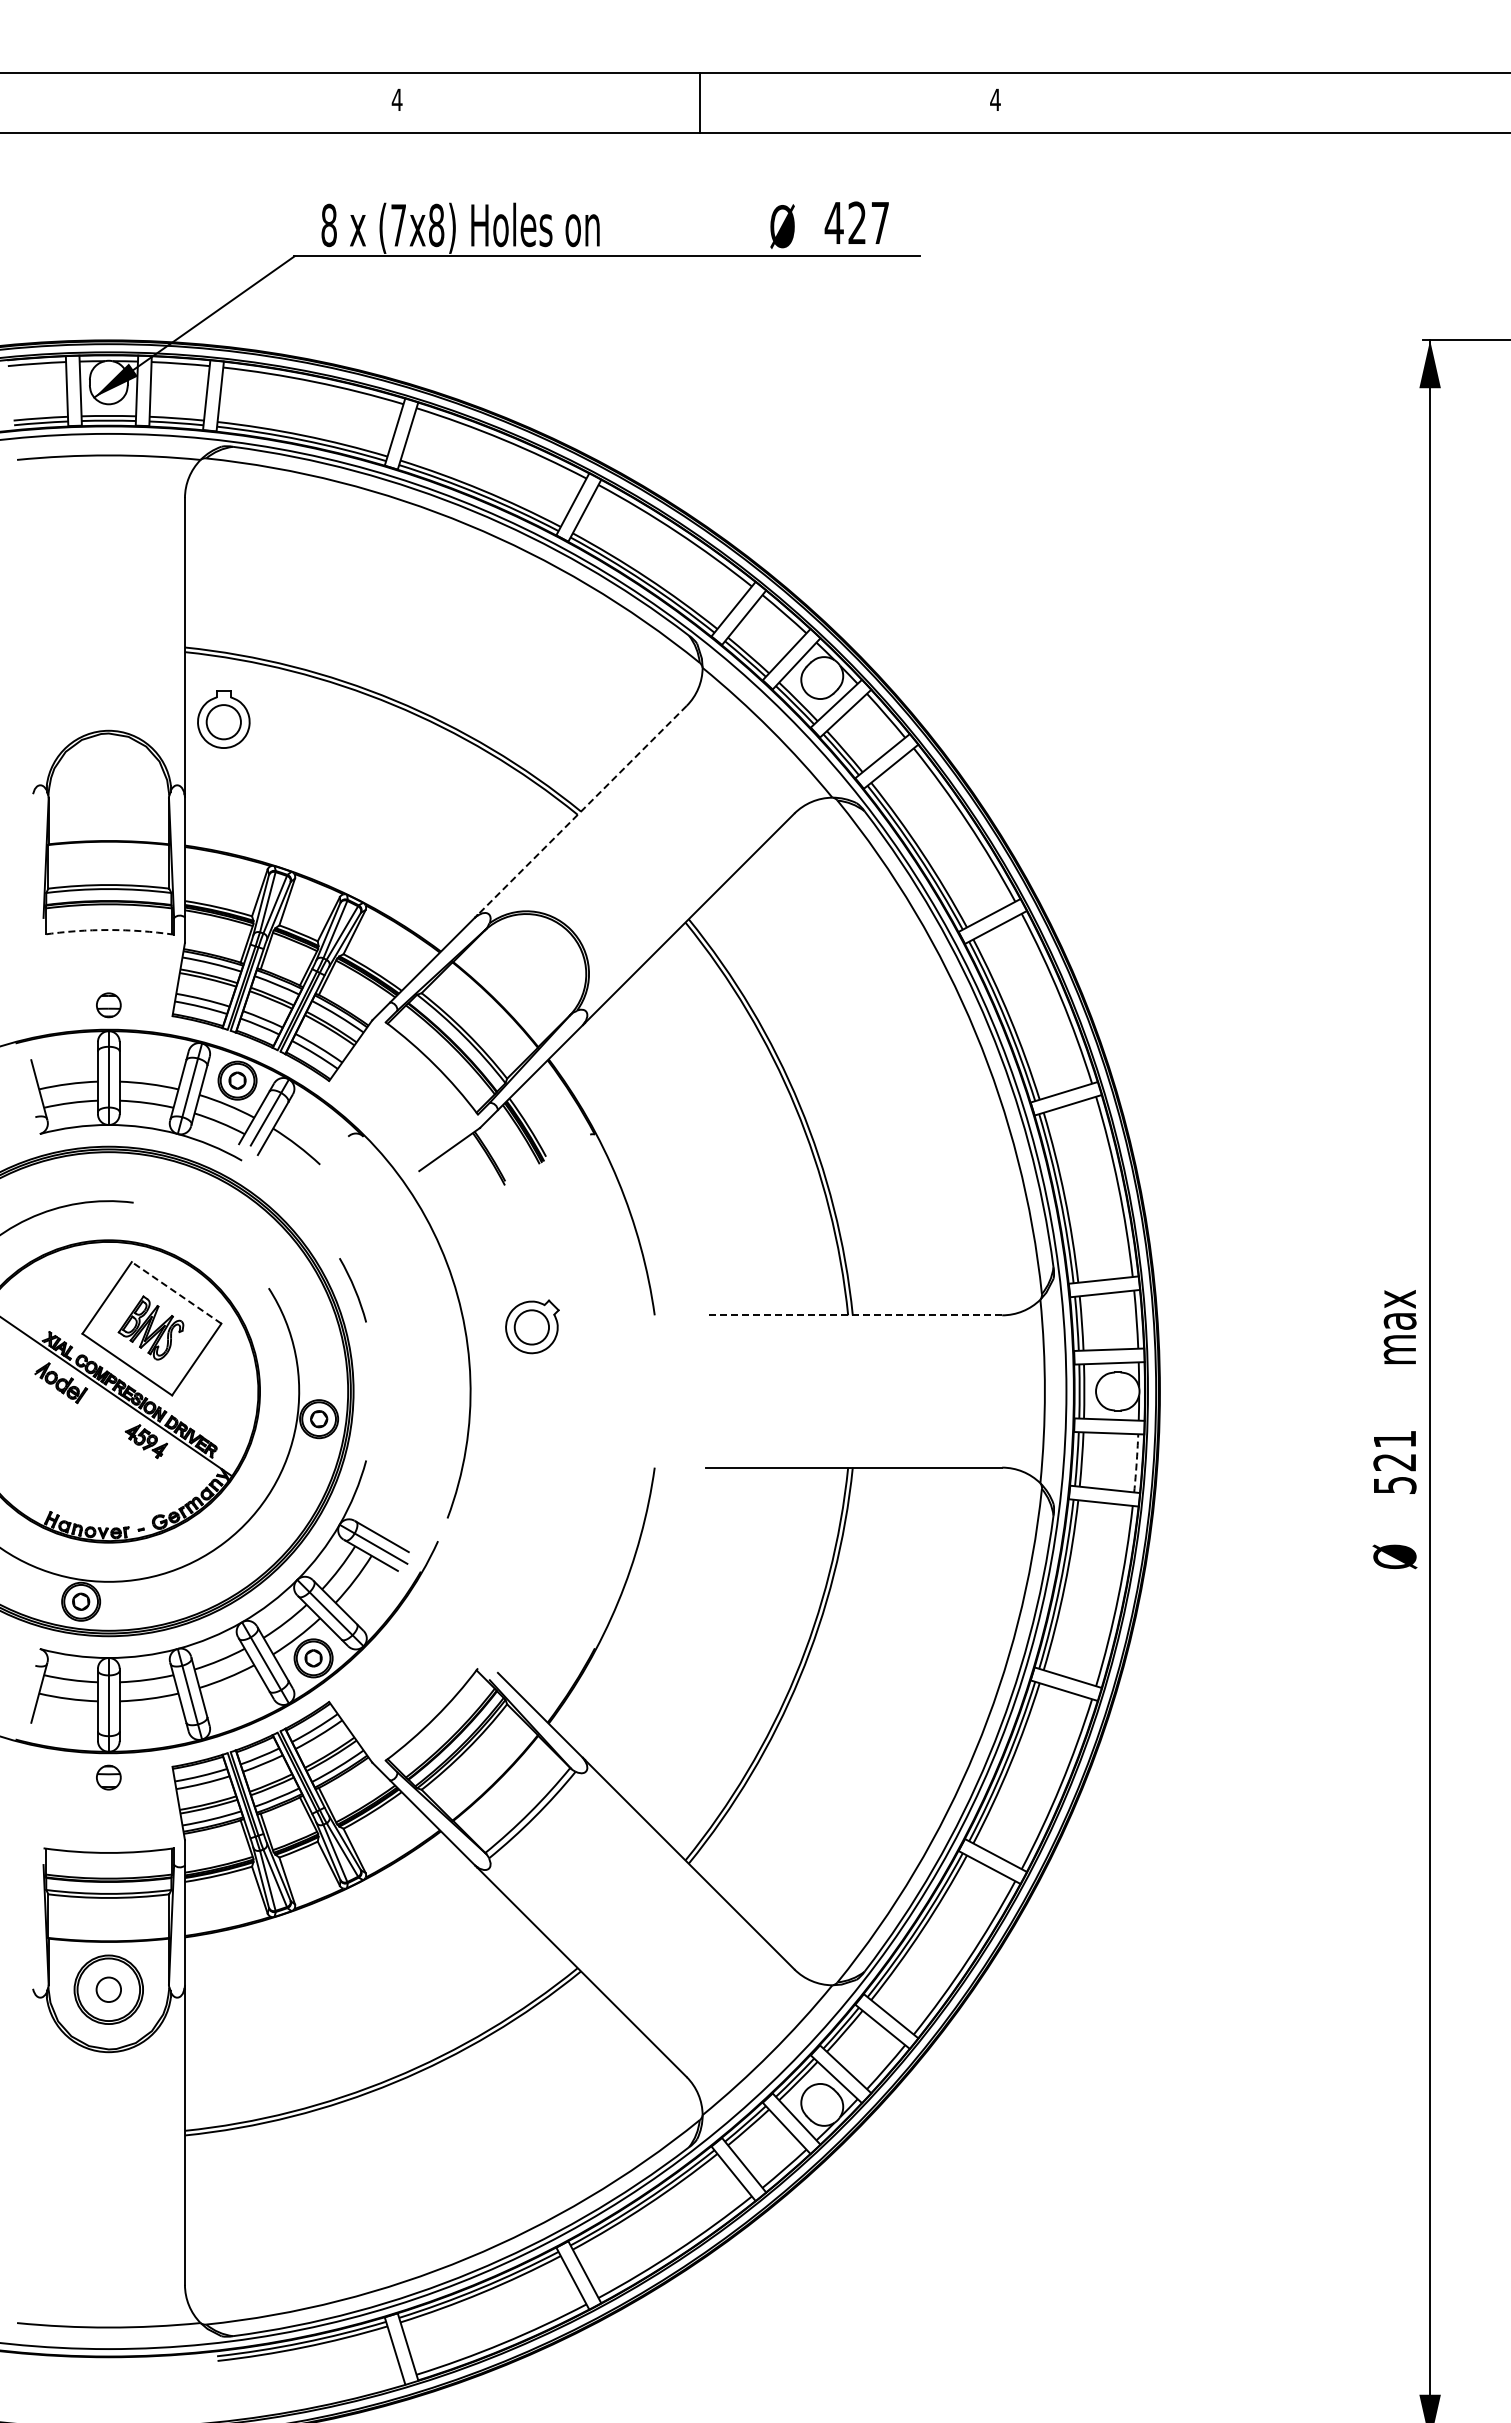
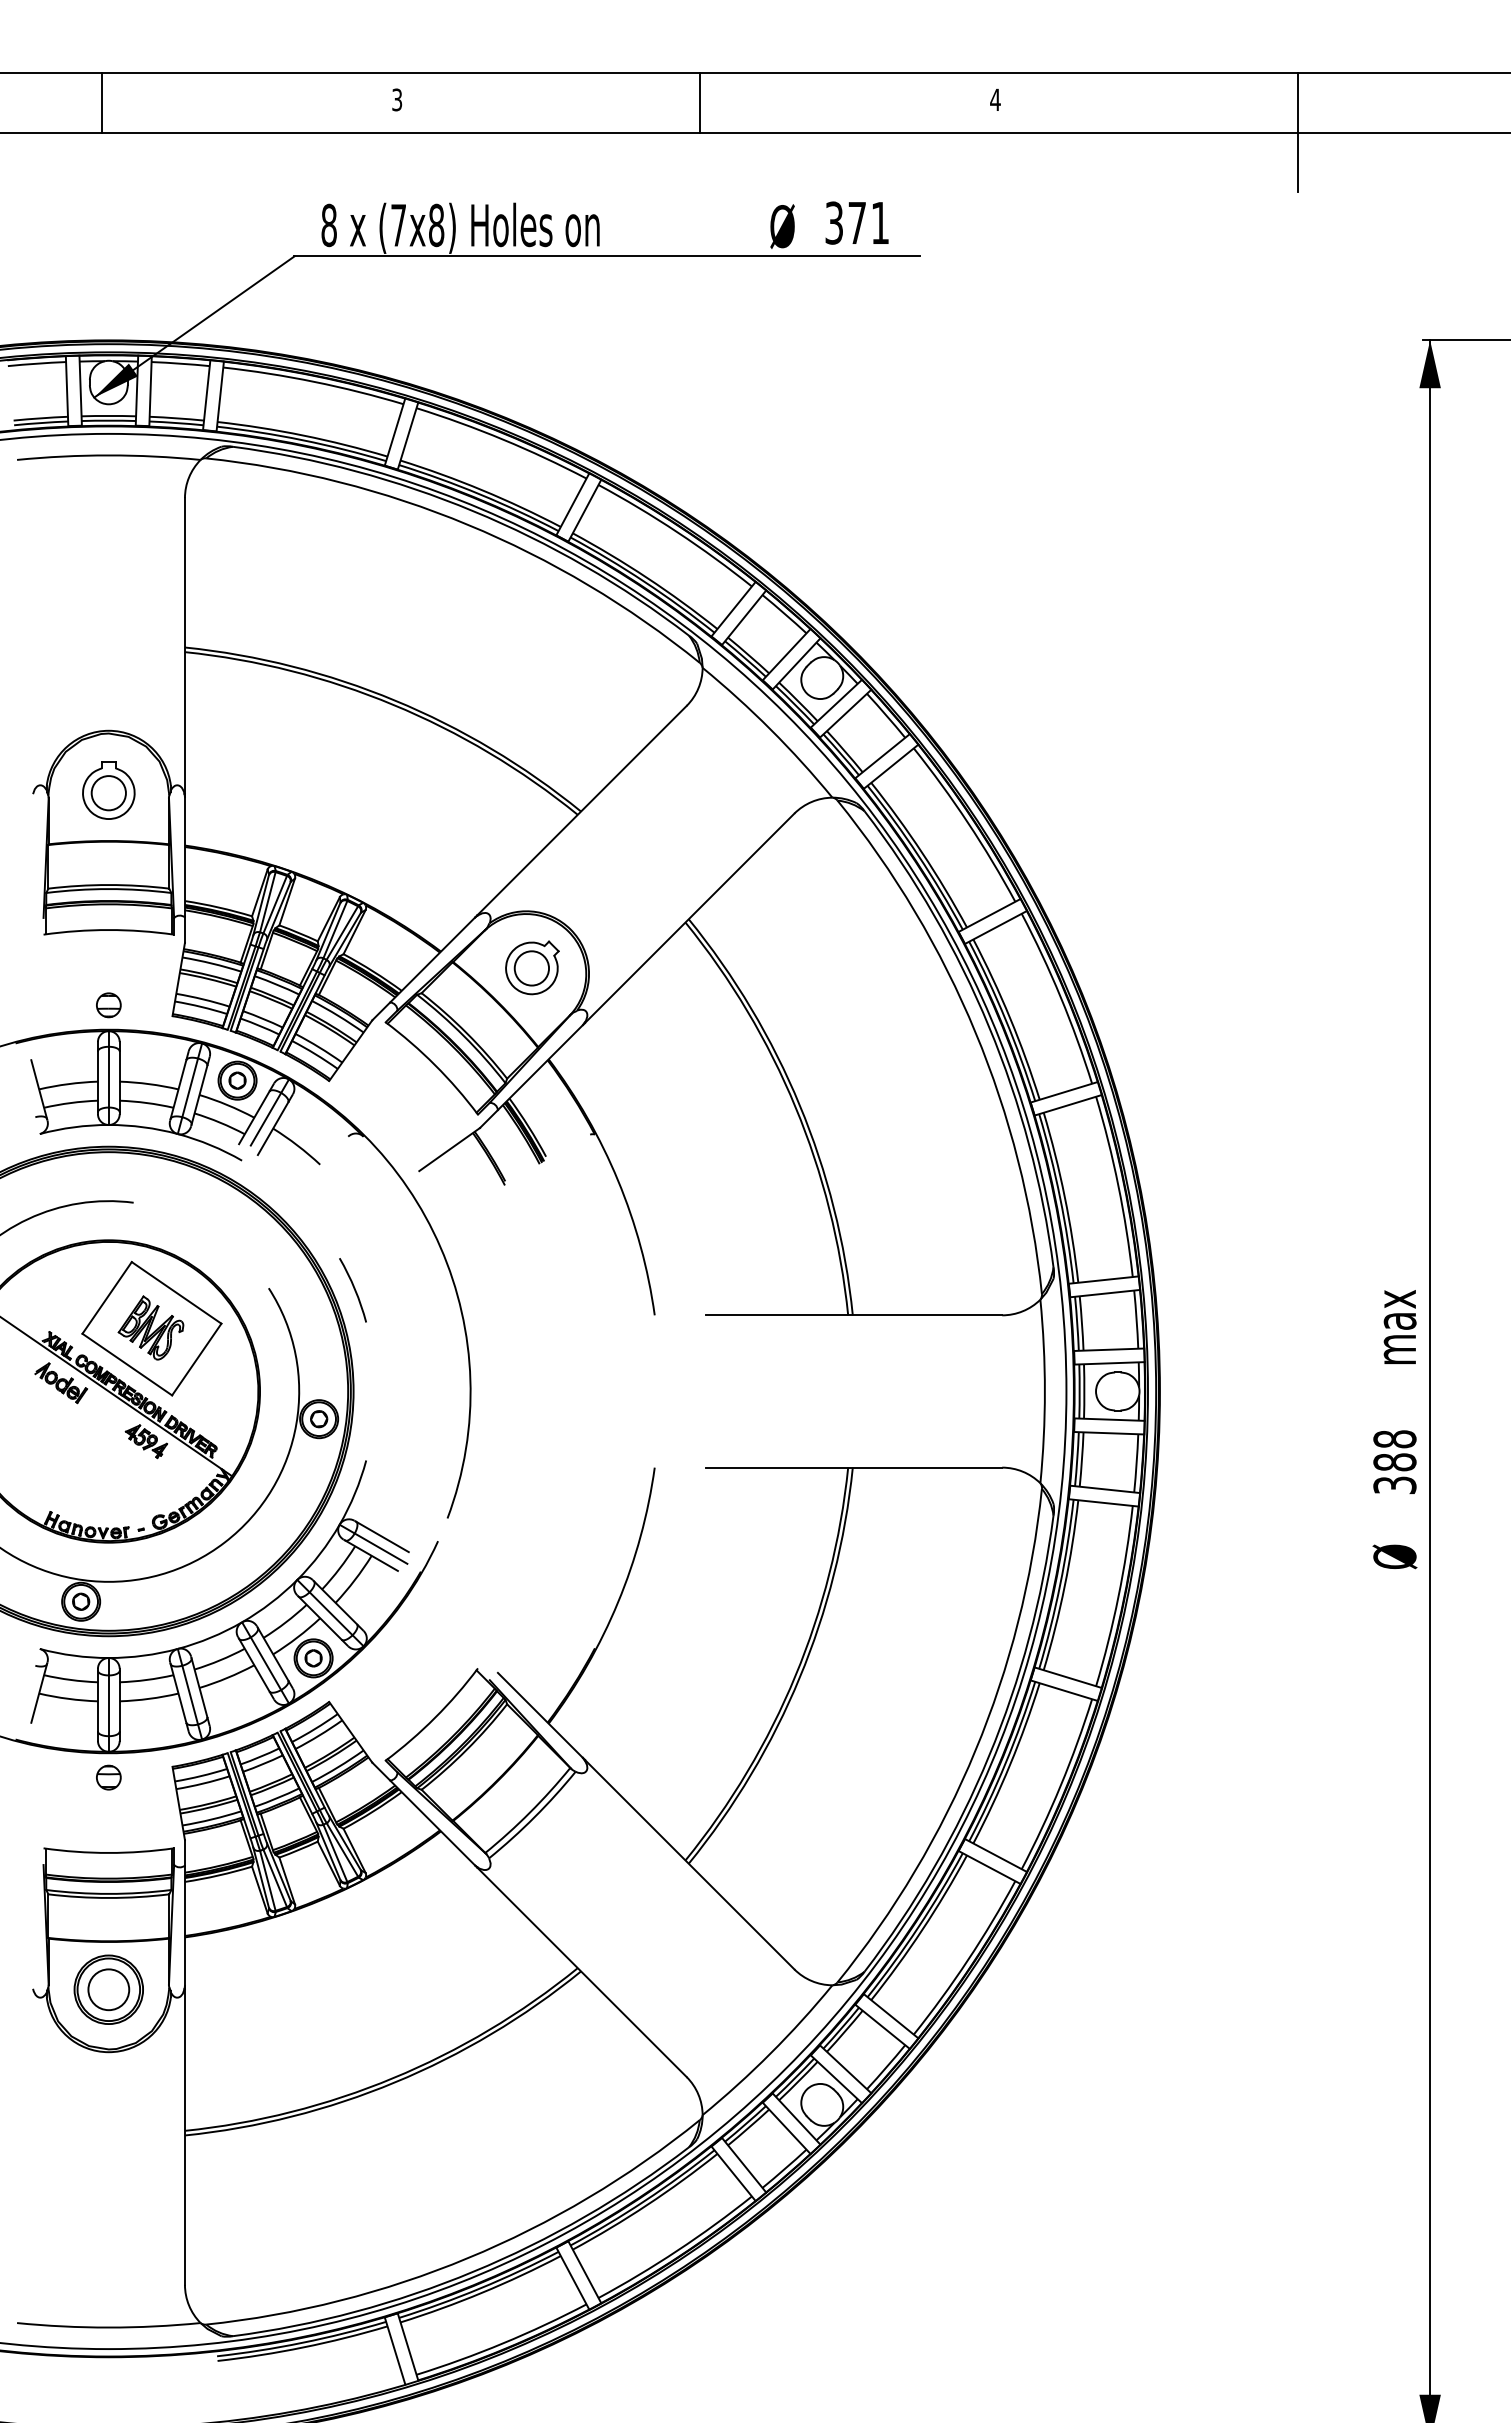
text at (396, 99): 4 -> 3
line at (101, 102): none -> present
line at (1298, 132): none -> present
text at (856, 222): 427 -> 371
part at (223, 719) position: (223, 719) -> (108, 790)
line at (581, 810): dashed -> solid
arc at (108, 930): dashed -> solid
line at (176, 1292): dashed -> solid
line at (853, 1315): dashed -> solid
part at (532, 1326) position: (532, 1326) -> (532, 967)
text at (1394, 1461): 521 -> 388
arc at (1136, 1463): dashed -> solid
circle at (108, 1989) diameter: 24 px -> 41 px
